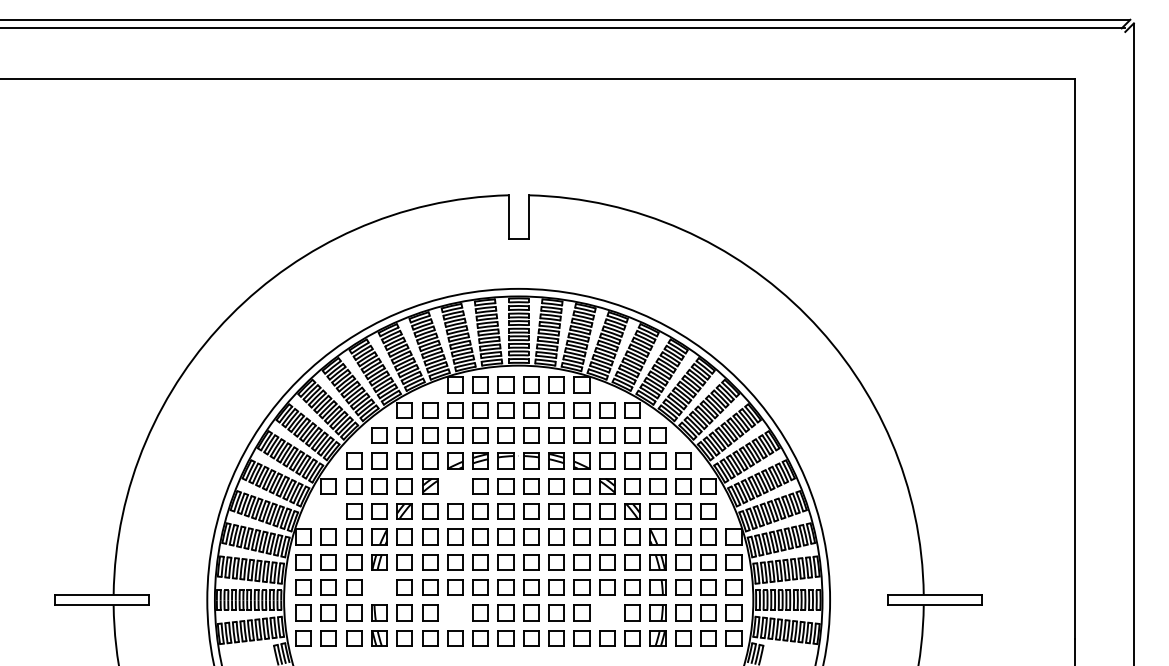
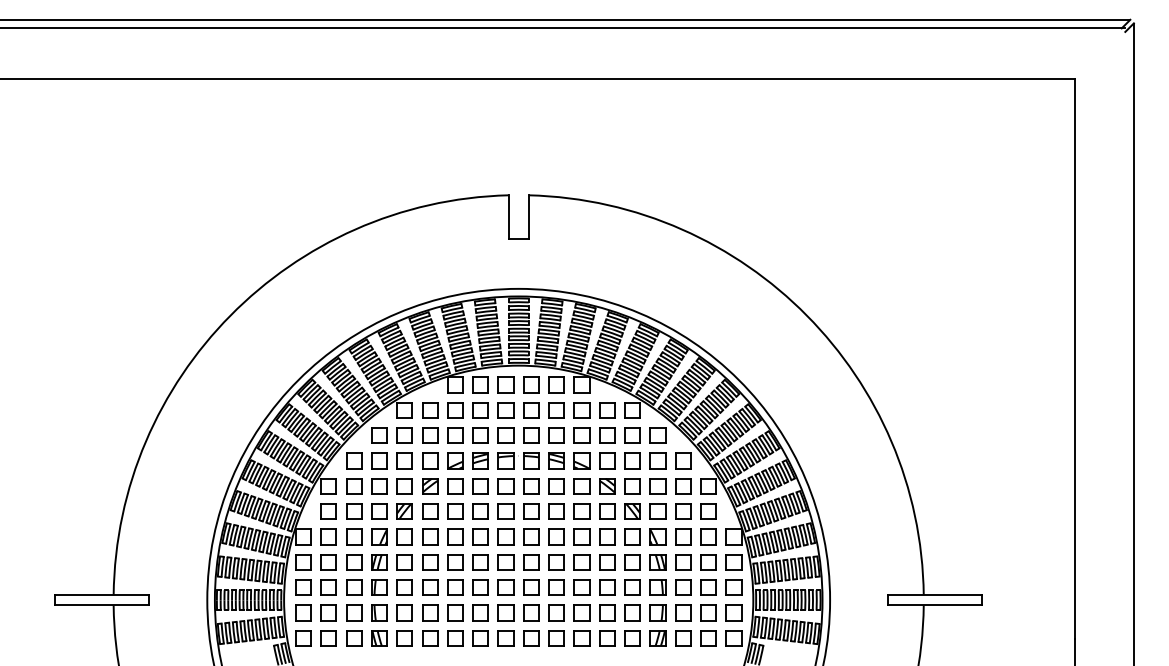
part at (455, 486): none -> present
part at (328, 511): none -> present
part at (379, 587): none -> present
part at (455, 612): none -> present
part at (607, 612): none -> present
